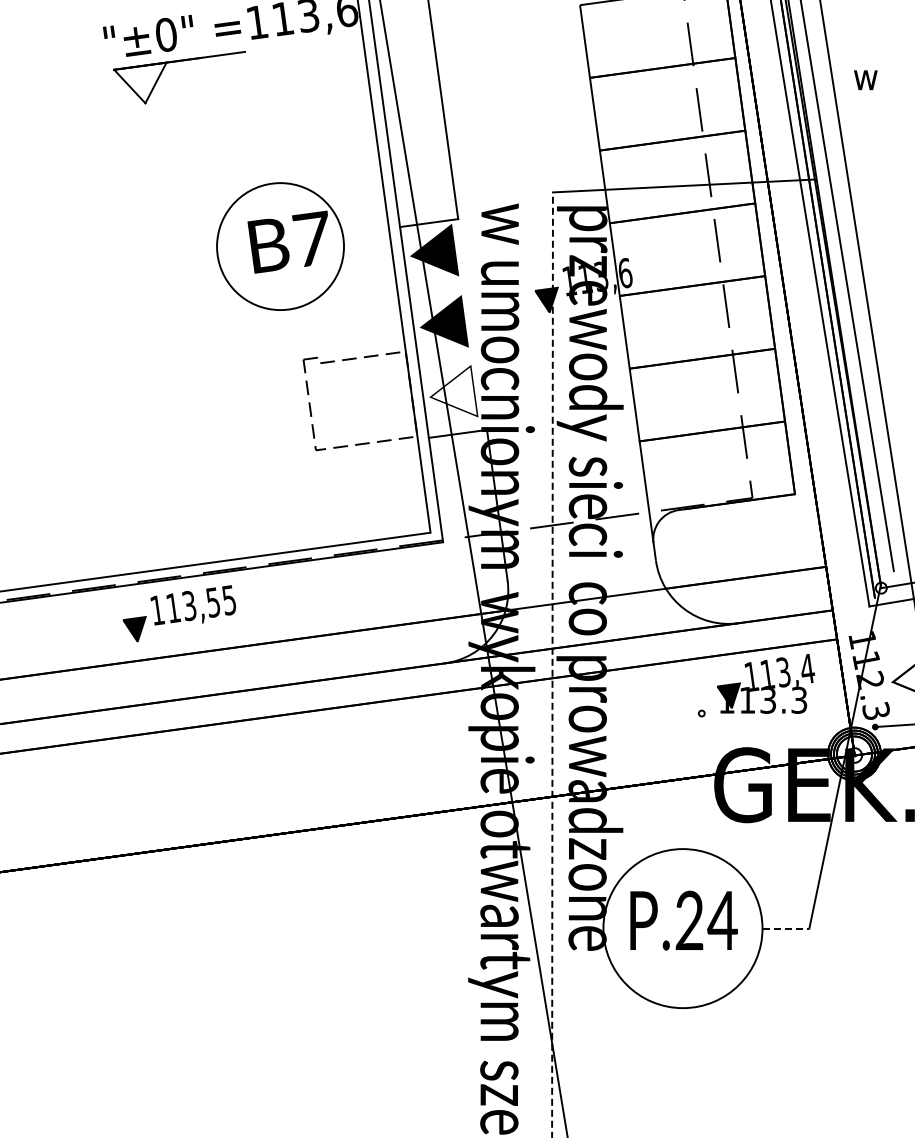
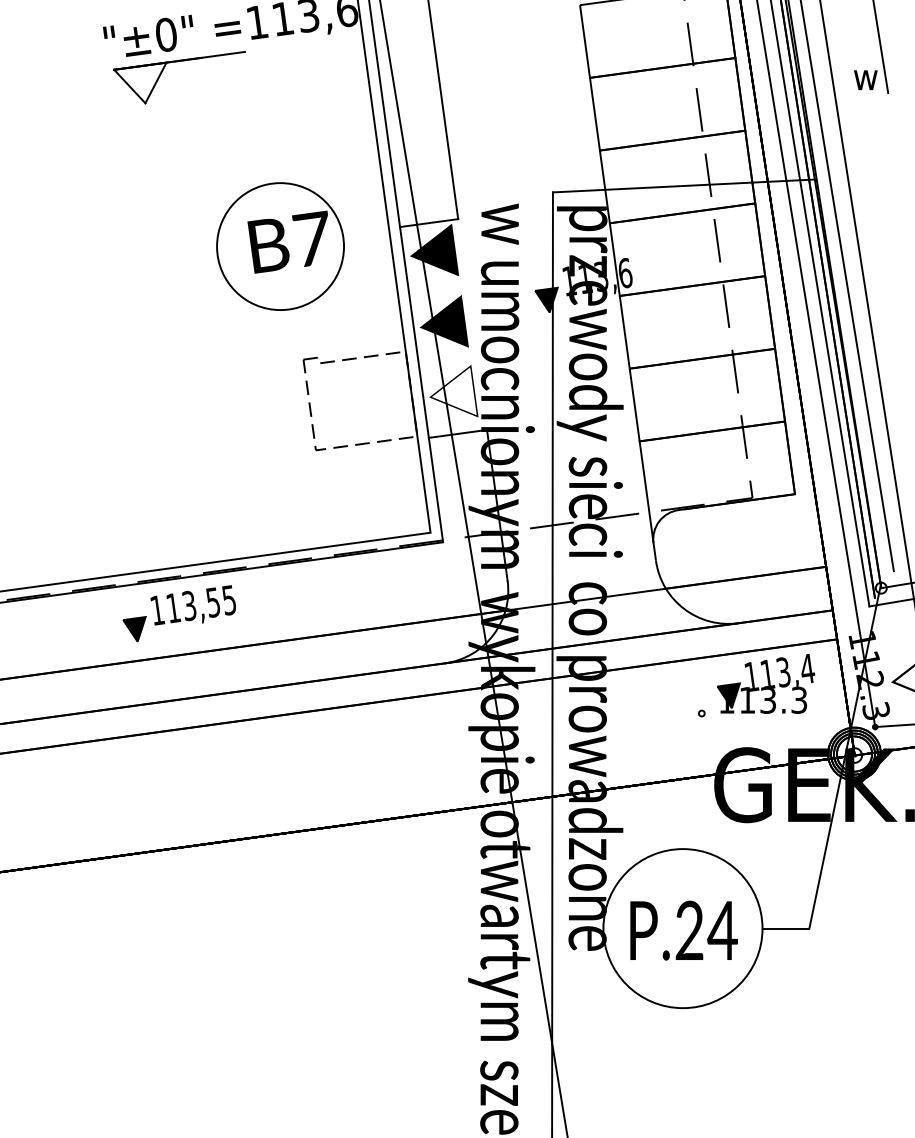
line at (880, 47): none -> present
line at (816, 364): none -> present
line at (552, 665): dashed -> solid
text at (683, 920) position: (683, 920) -> (683, 930)
line at (786, 928): dashed -> solid
